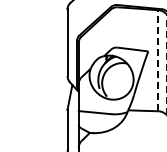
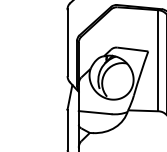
line at (158, 60): dashed -> solid
line at (166, 64): dashed -> solid
